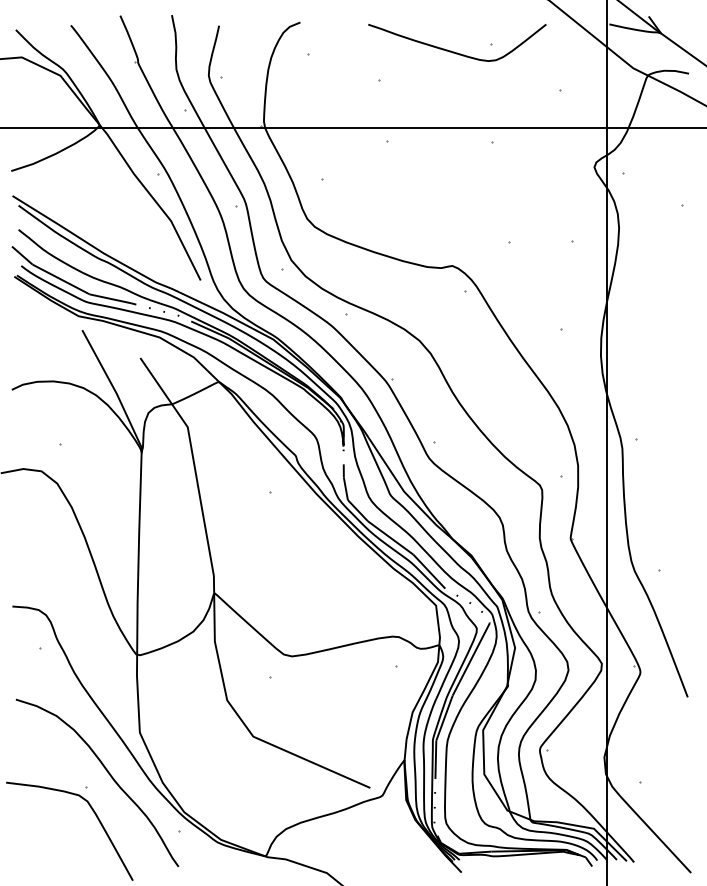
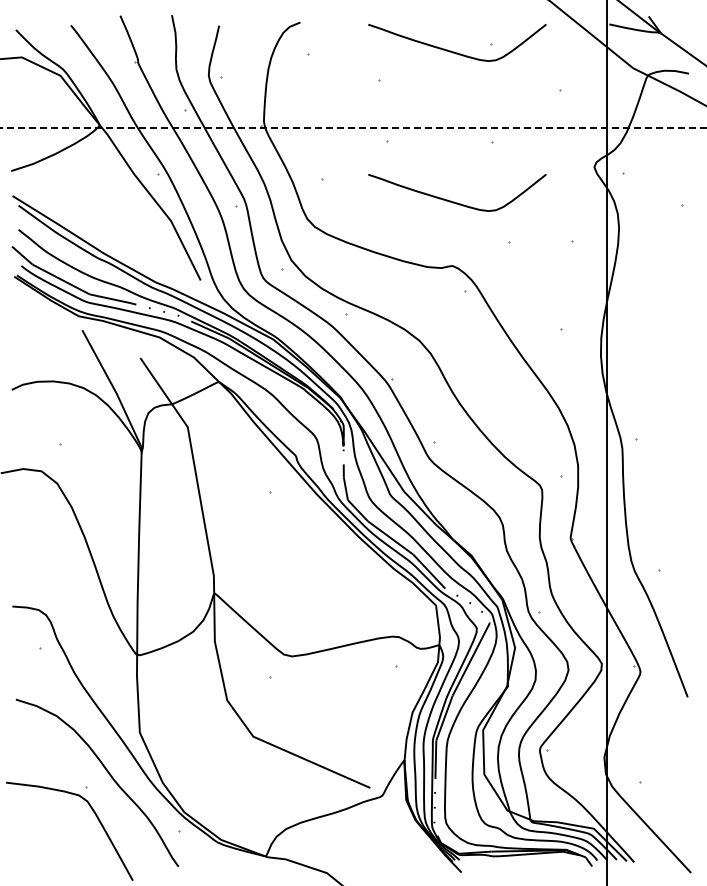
line at (353, 127): solid -> dashed
curve at (454, 201): none -> present
